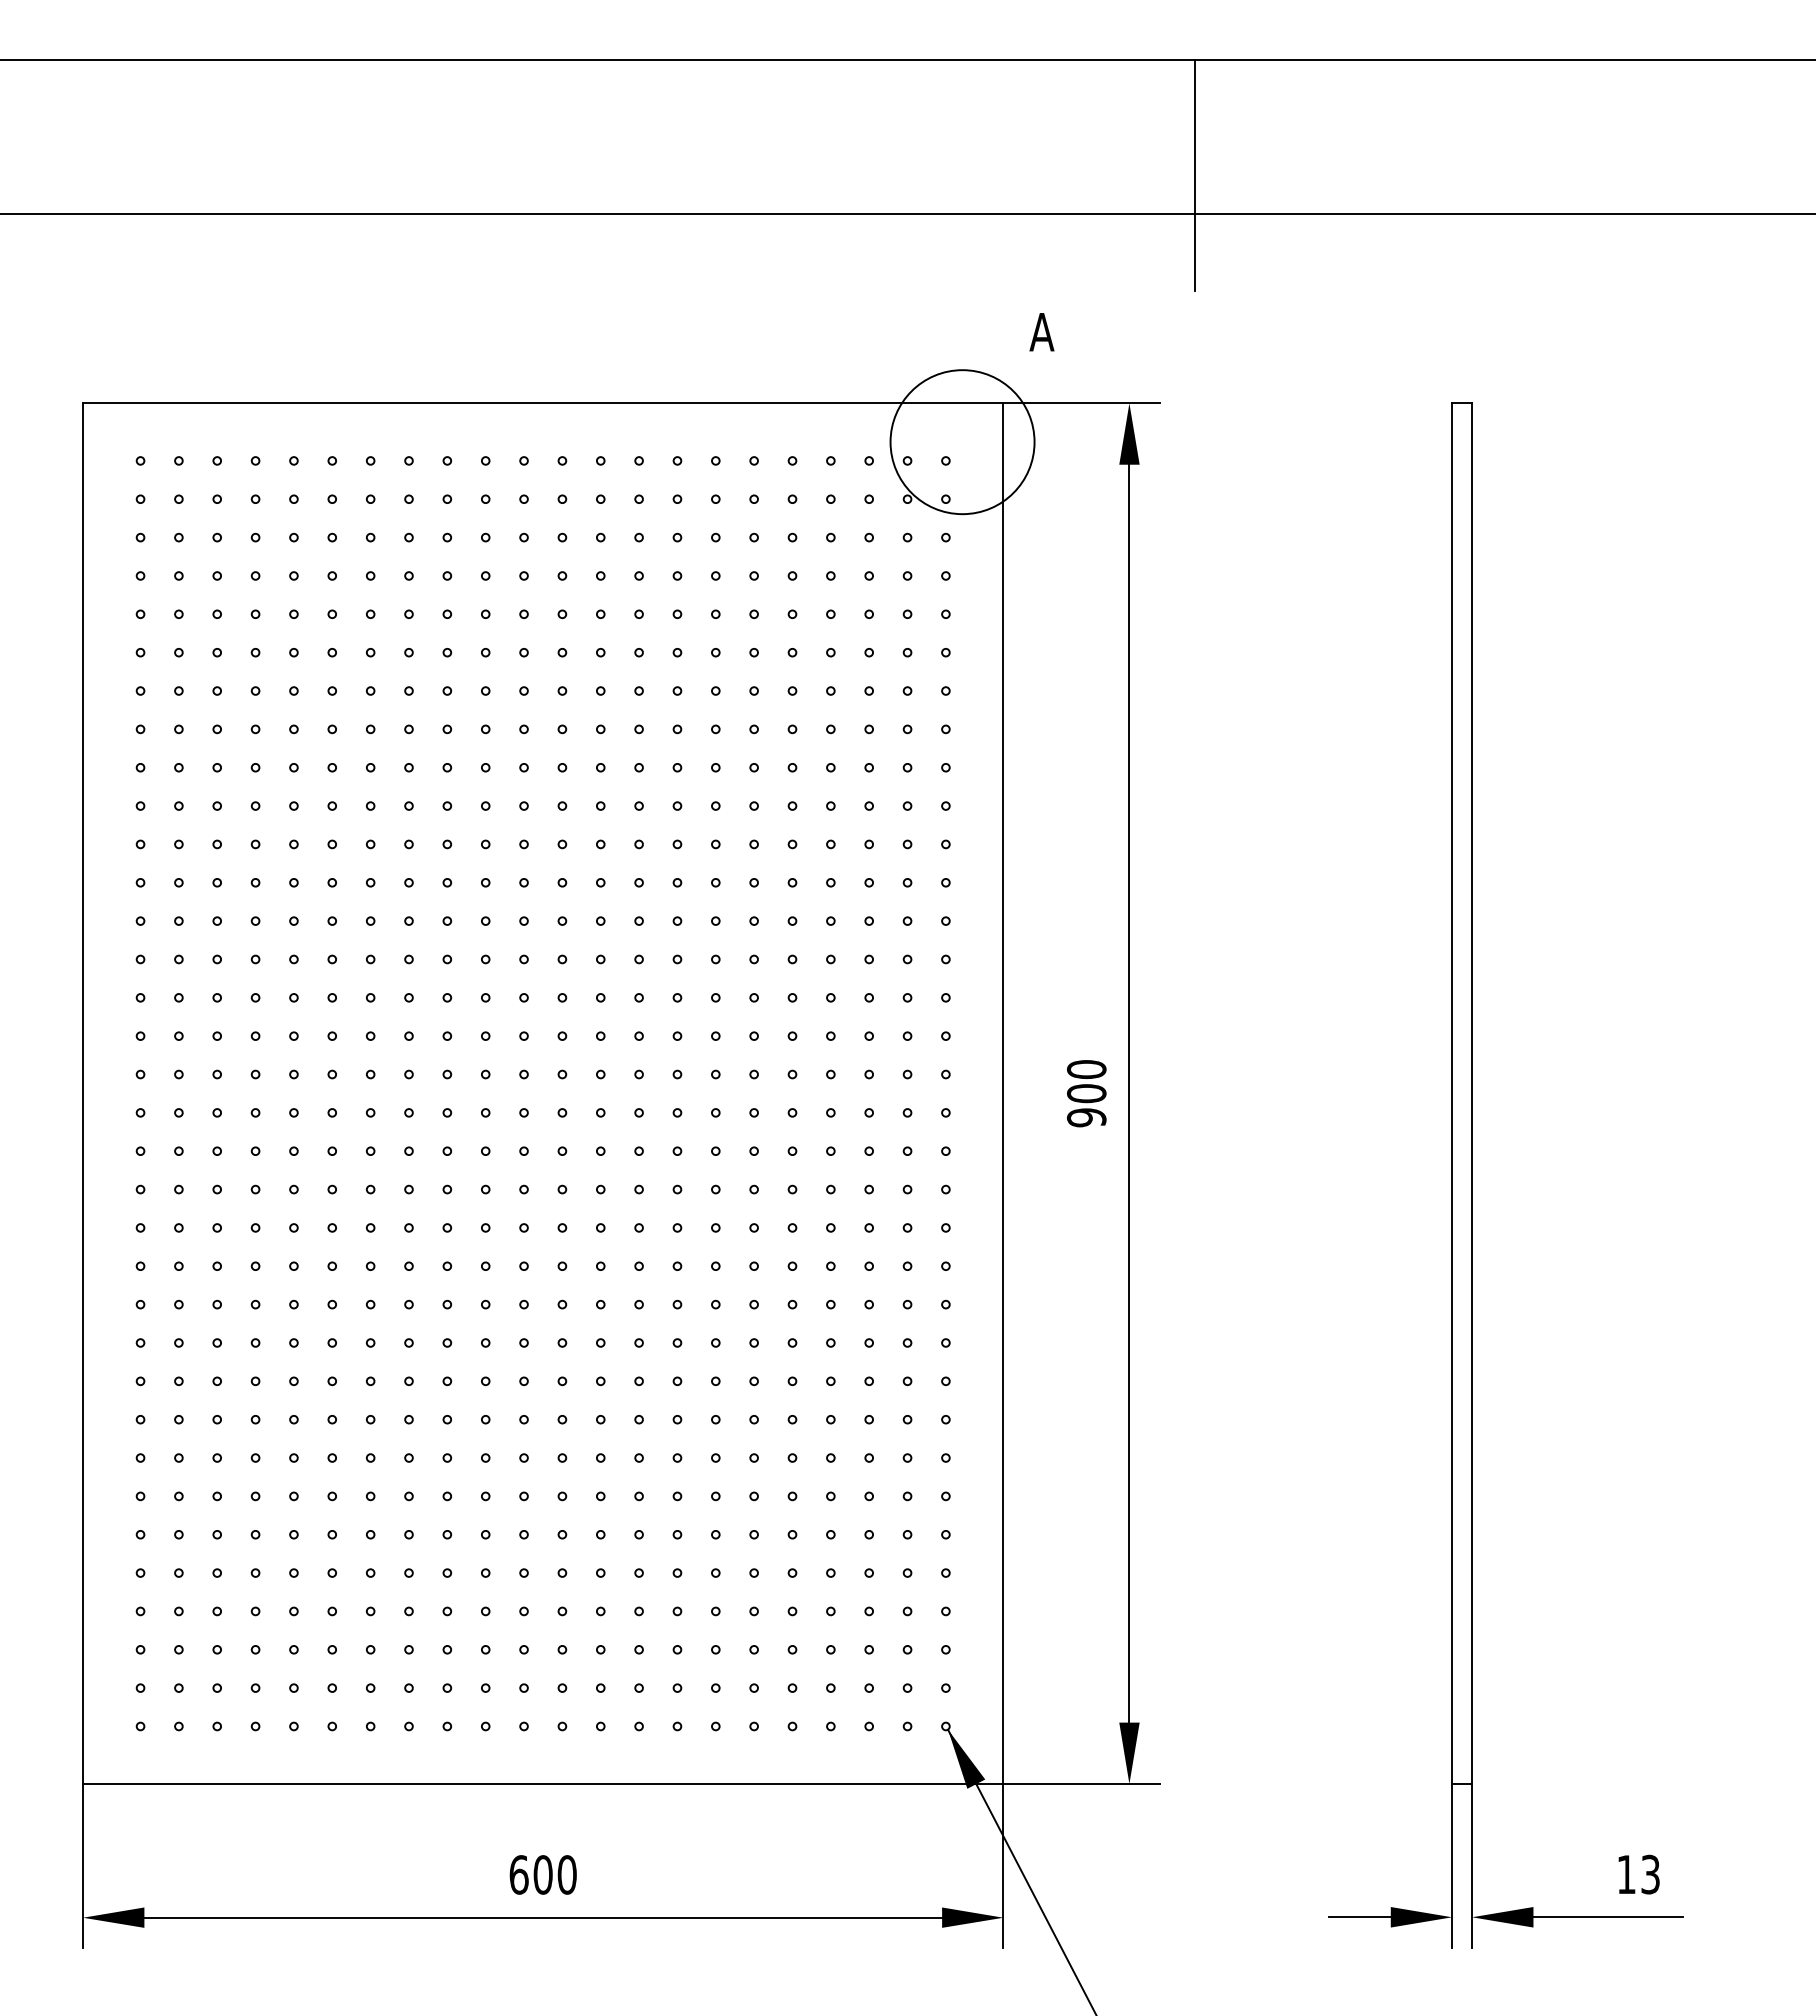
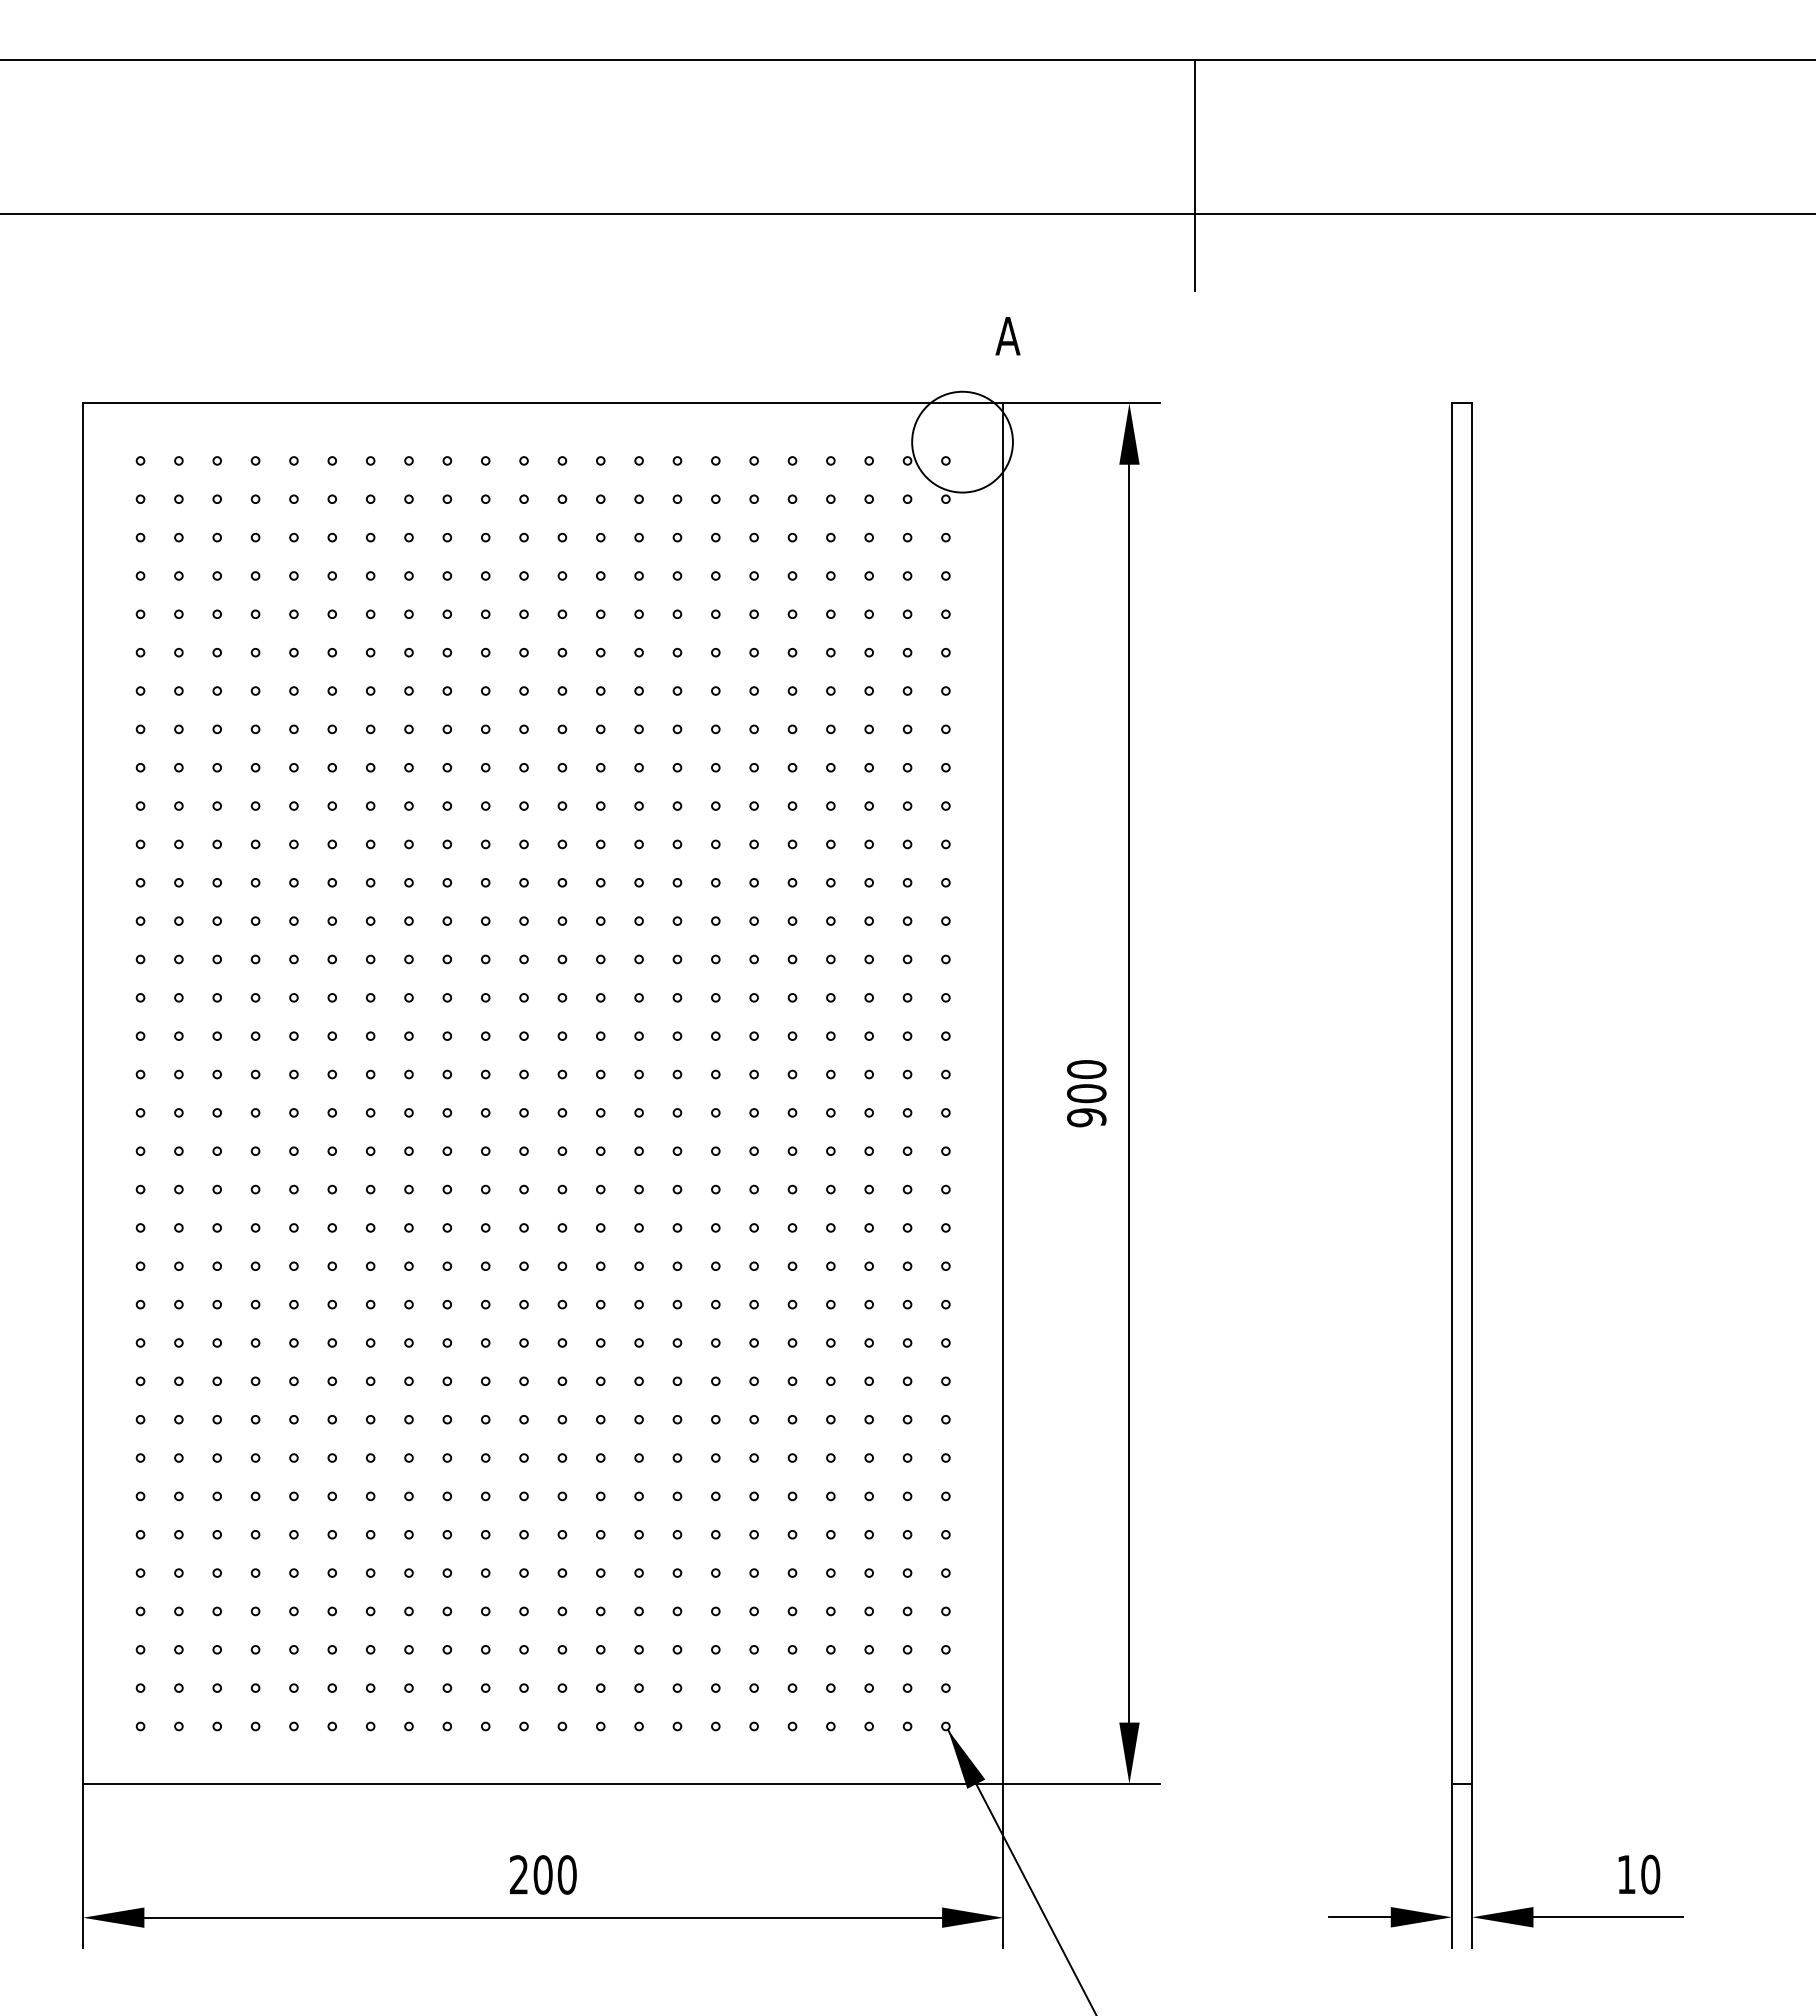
text at (1041, 332) position: (1041, 332) -> (1007, 336)
circle at (962, 442) diameter: 144 px -> 101 px
text at (518, 1874): 600 -> 200
text at (1650, 1874): 13 -> 10
